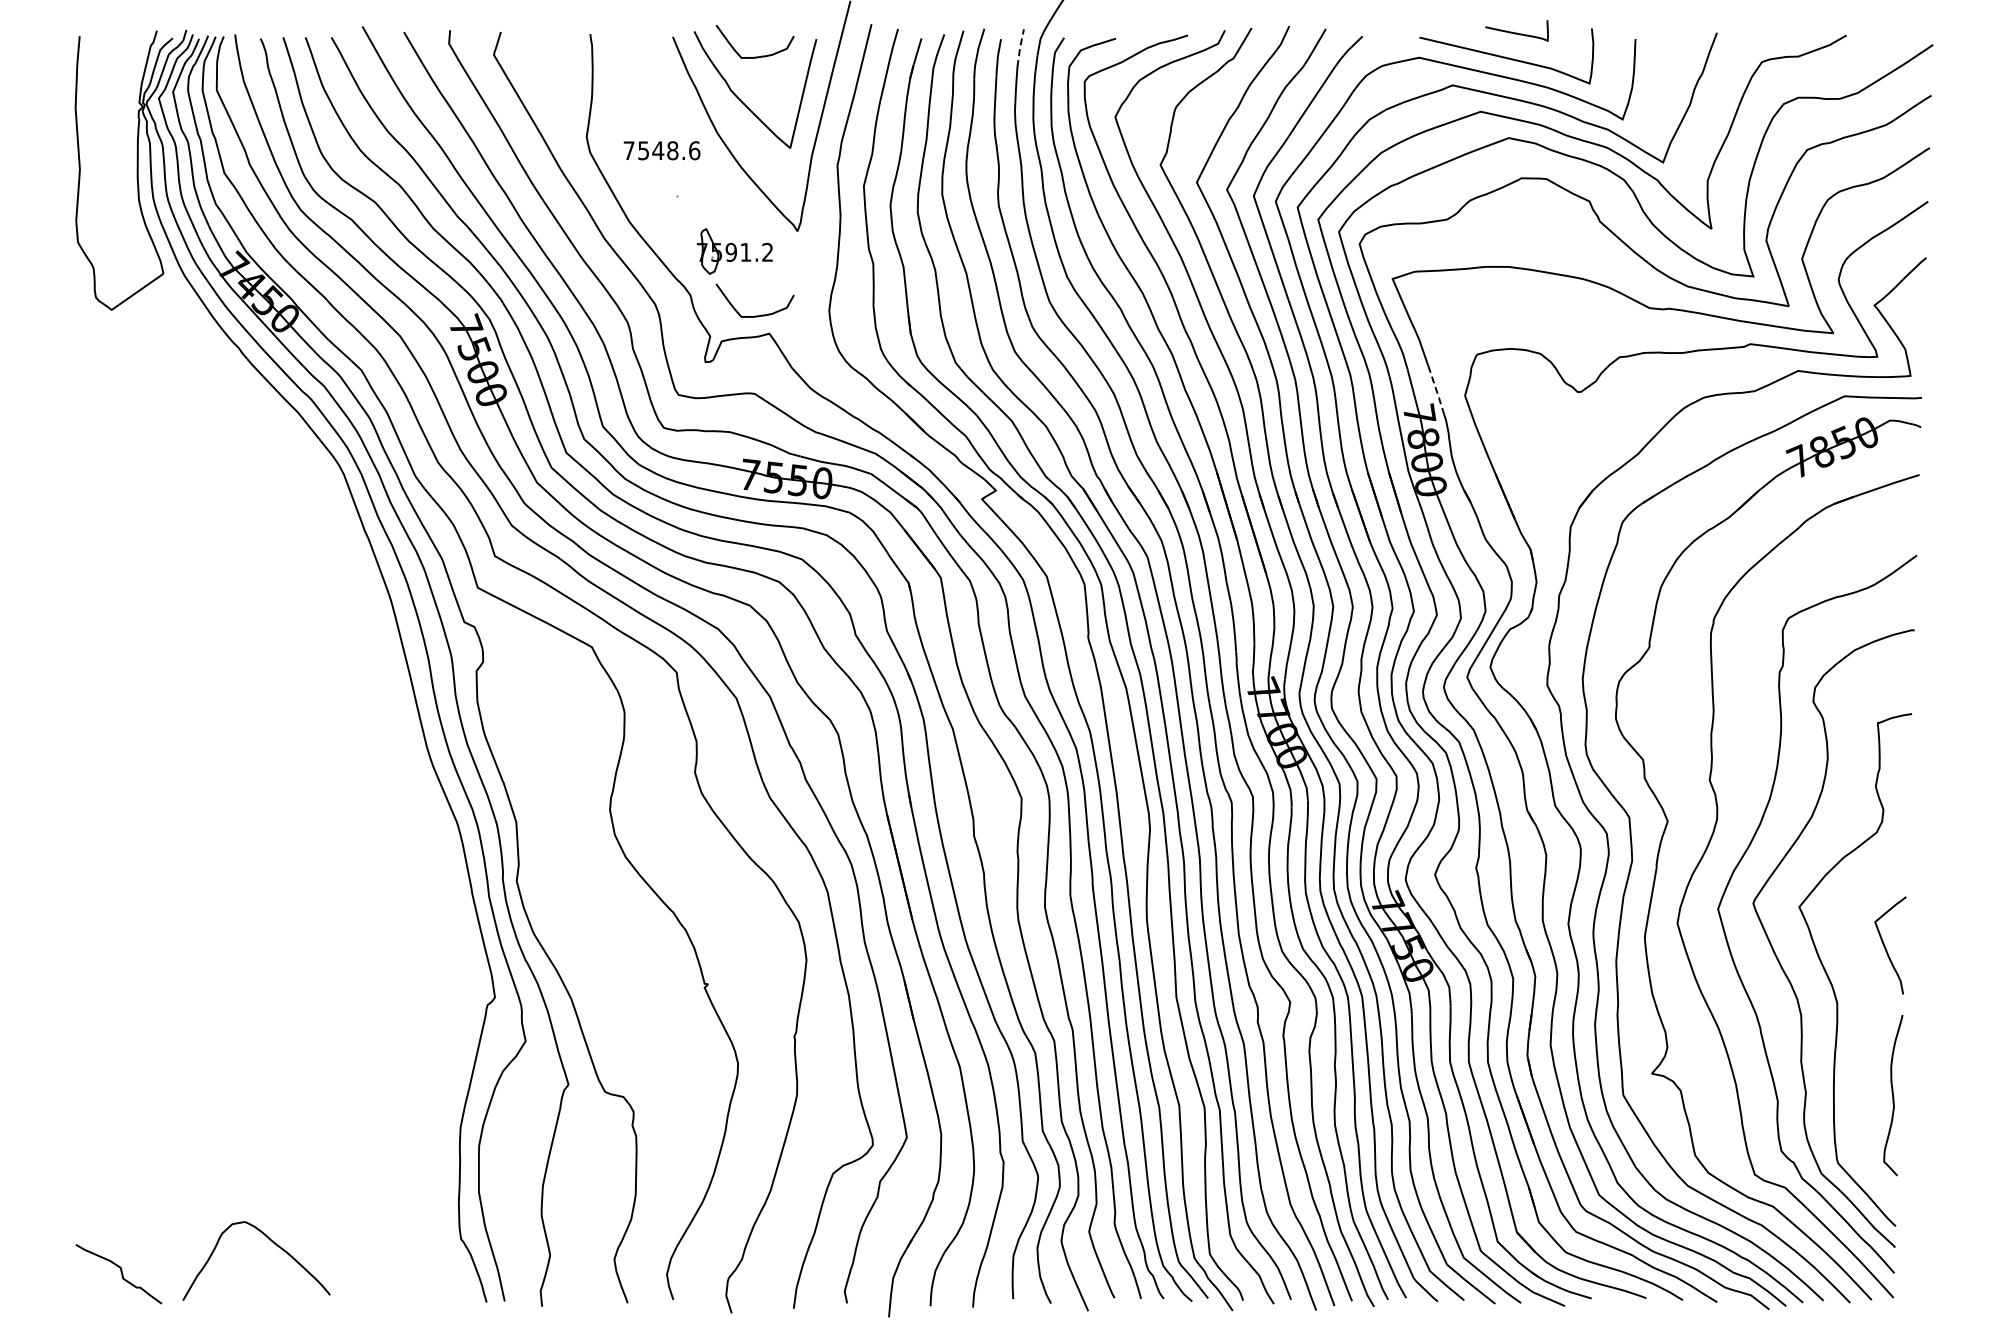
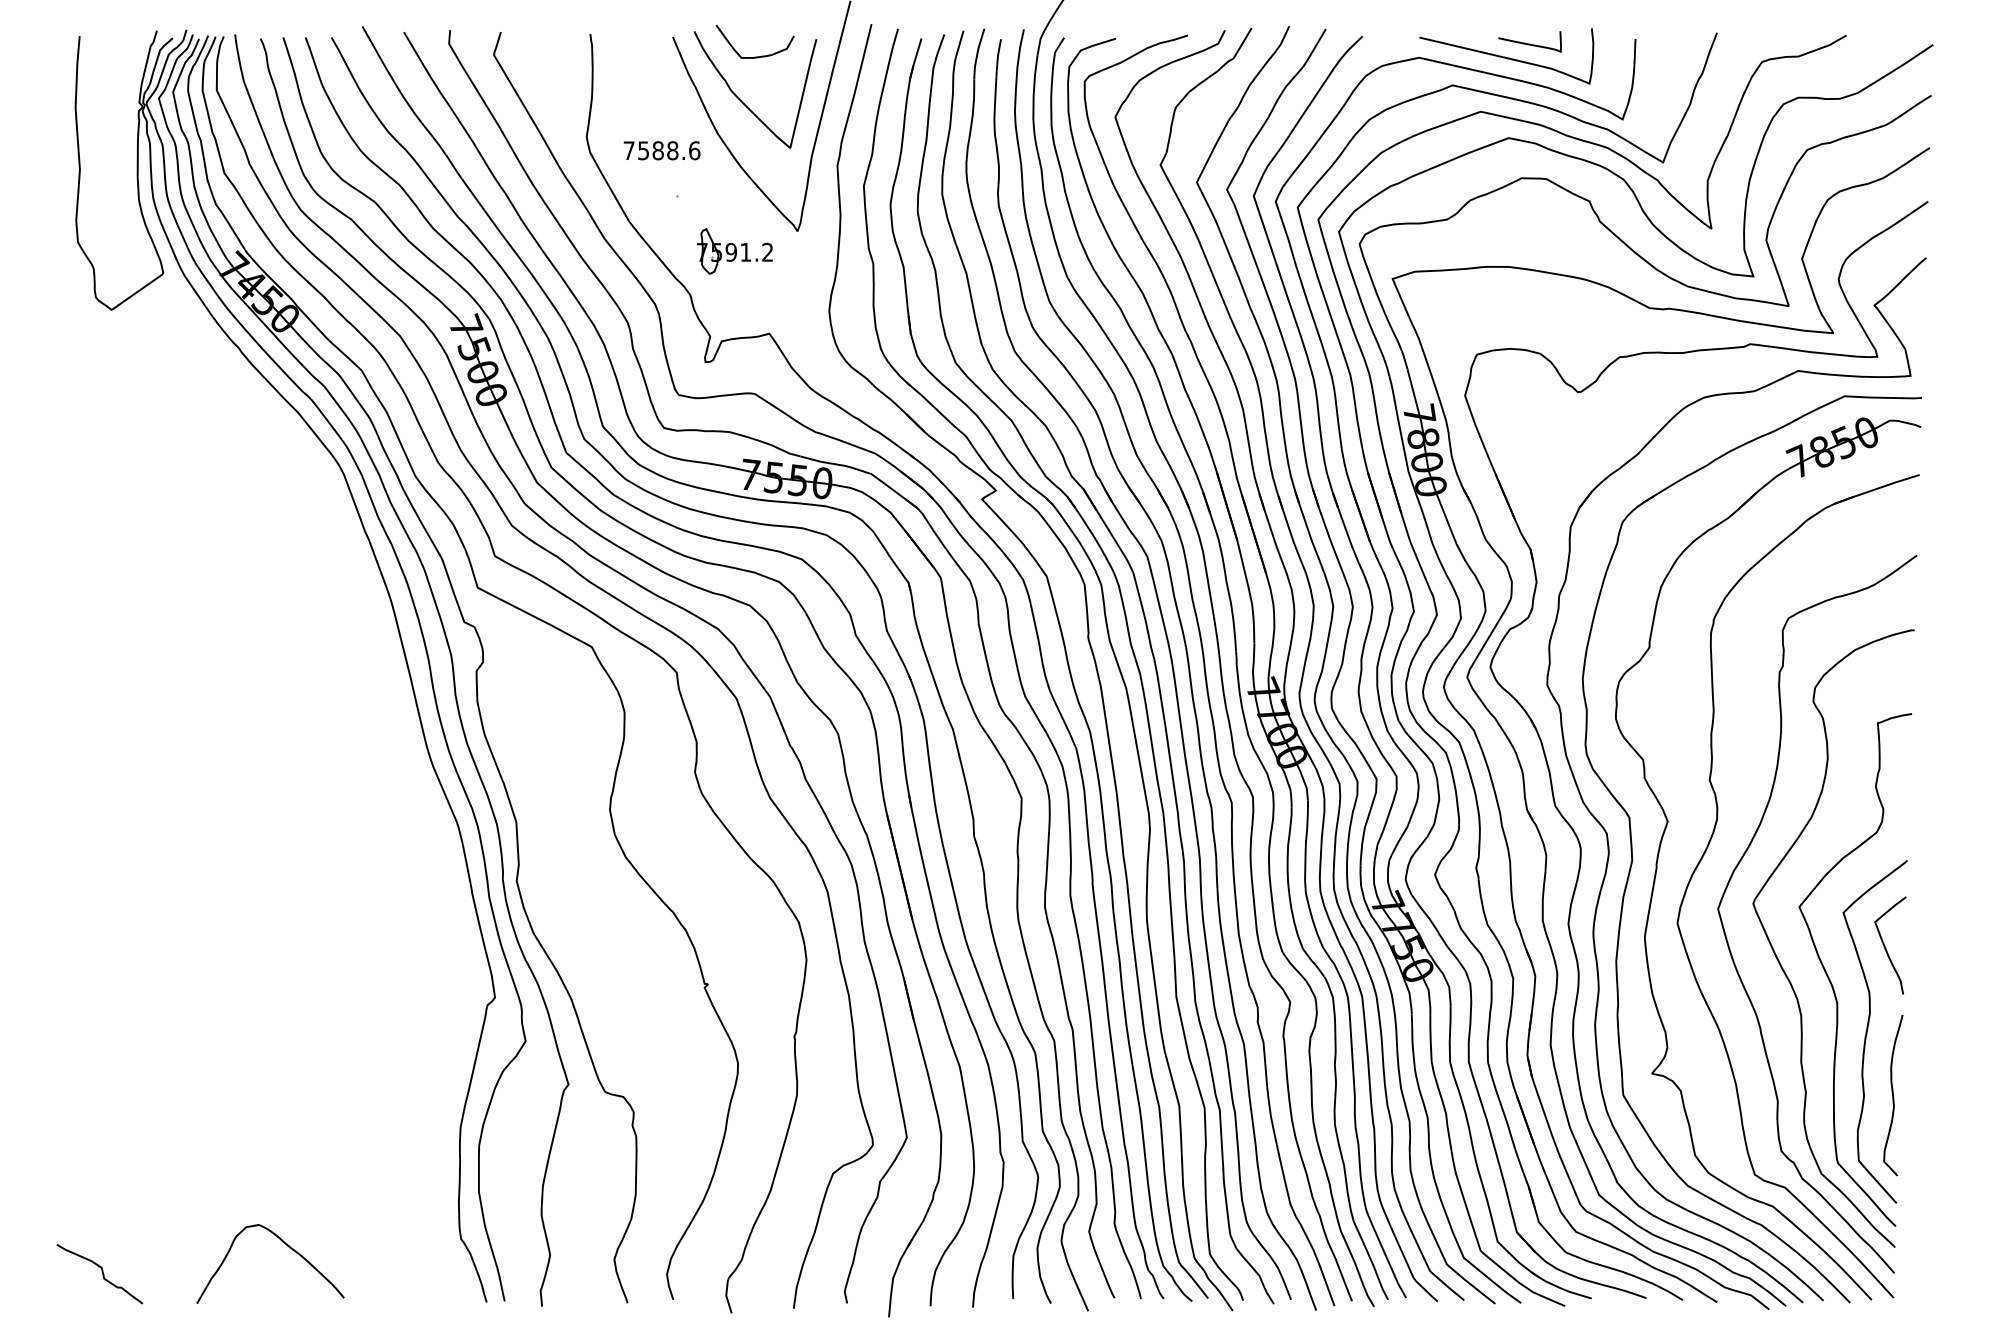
curve at (1516, 32) position: (1516, 32) -> (1529, 43)
line at (1020, 47): dashed -> solid
text at (658, 150): 7548.6 -> 7588.6
curve at (754, 315): present -> none
line at (1436, 390): dashed -> solid
curve at (1868, 1029): none -> present
curve at (269, 1240) position: (269, 1240) -> (283, 1243)
curve at (120, 1272) position: (120, 1272) -> (101, 1272)
